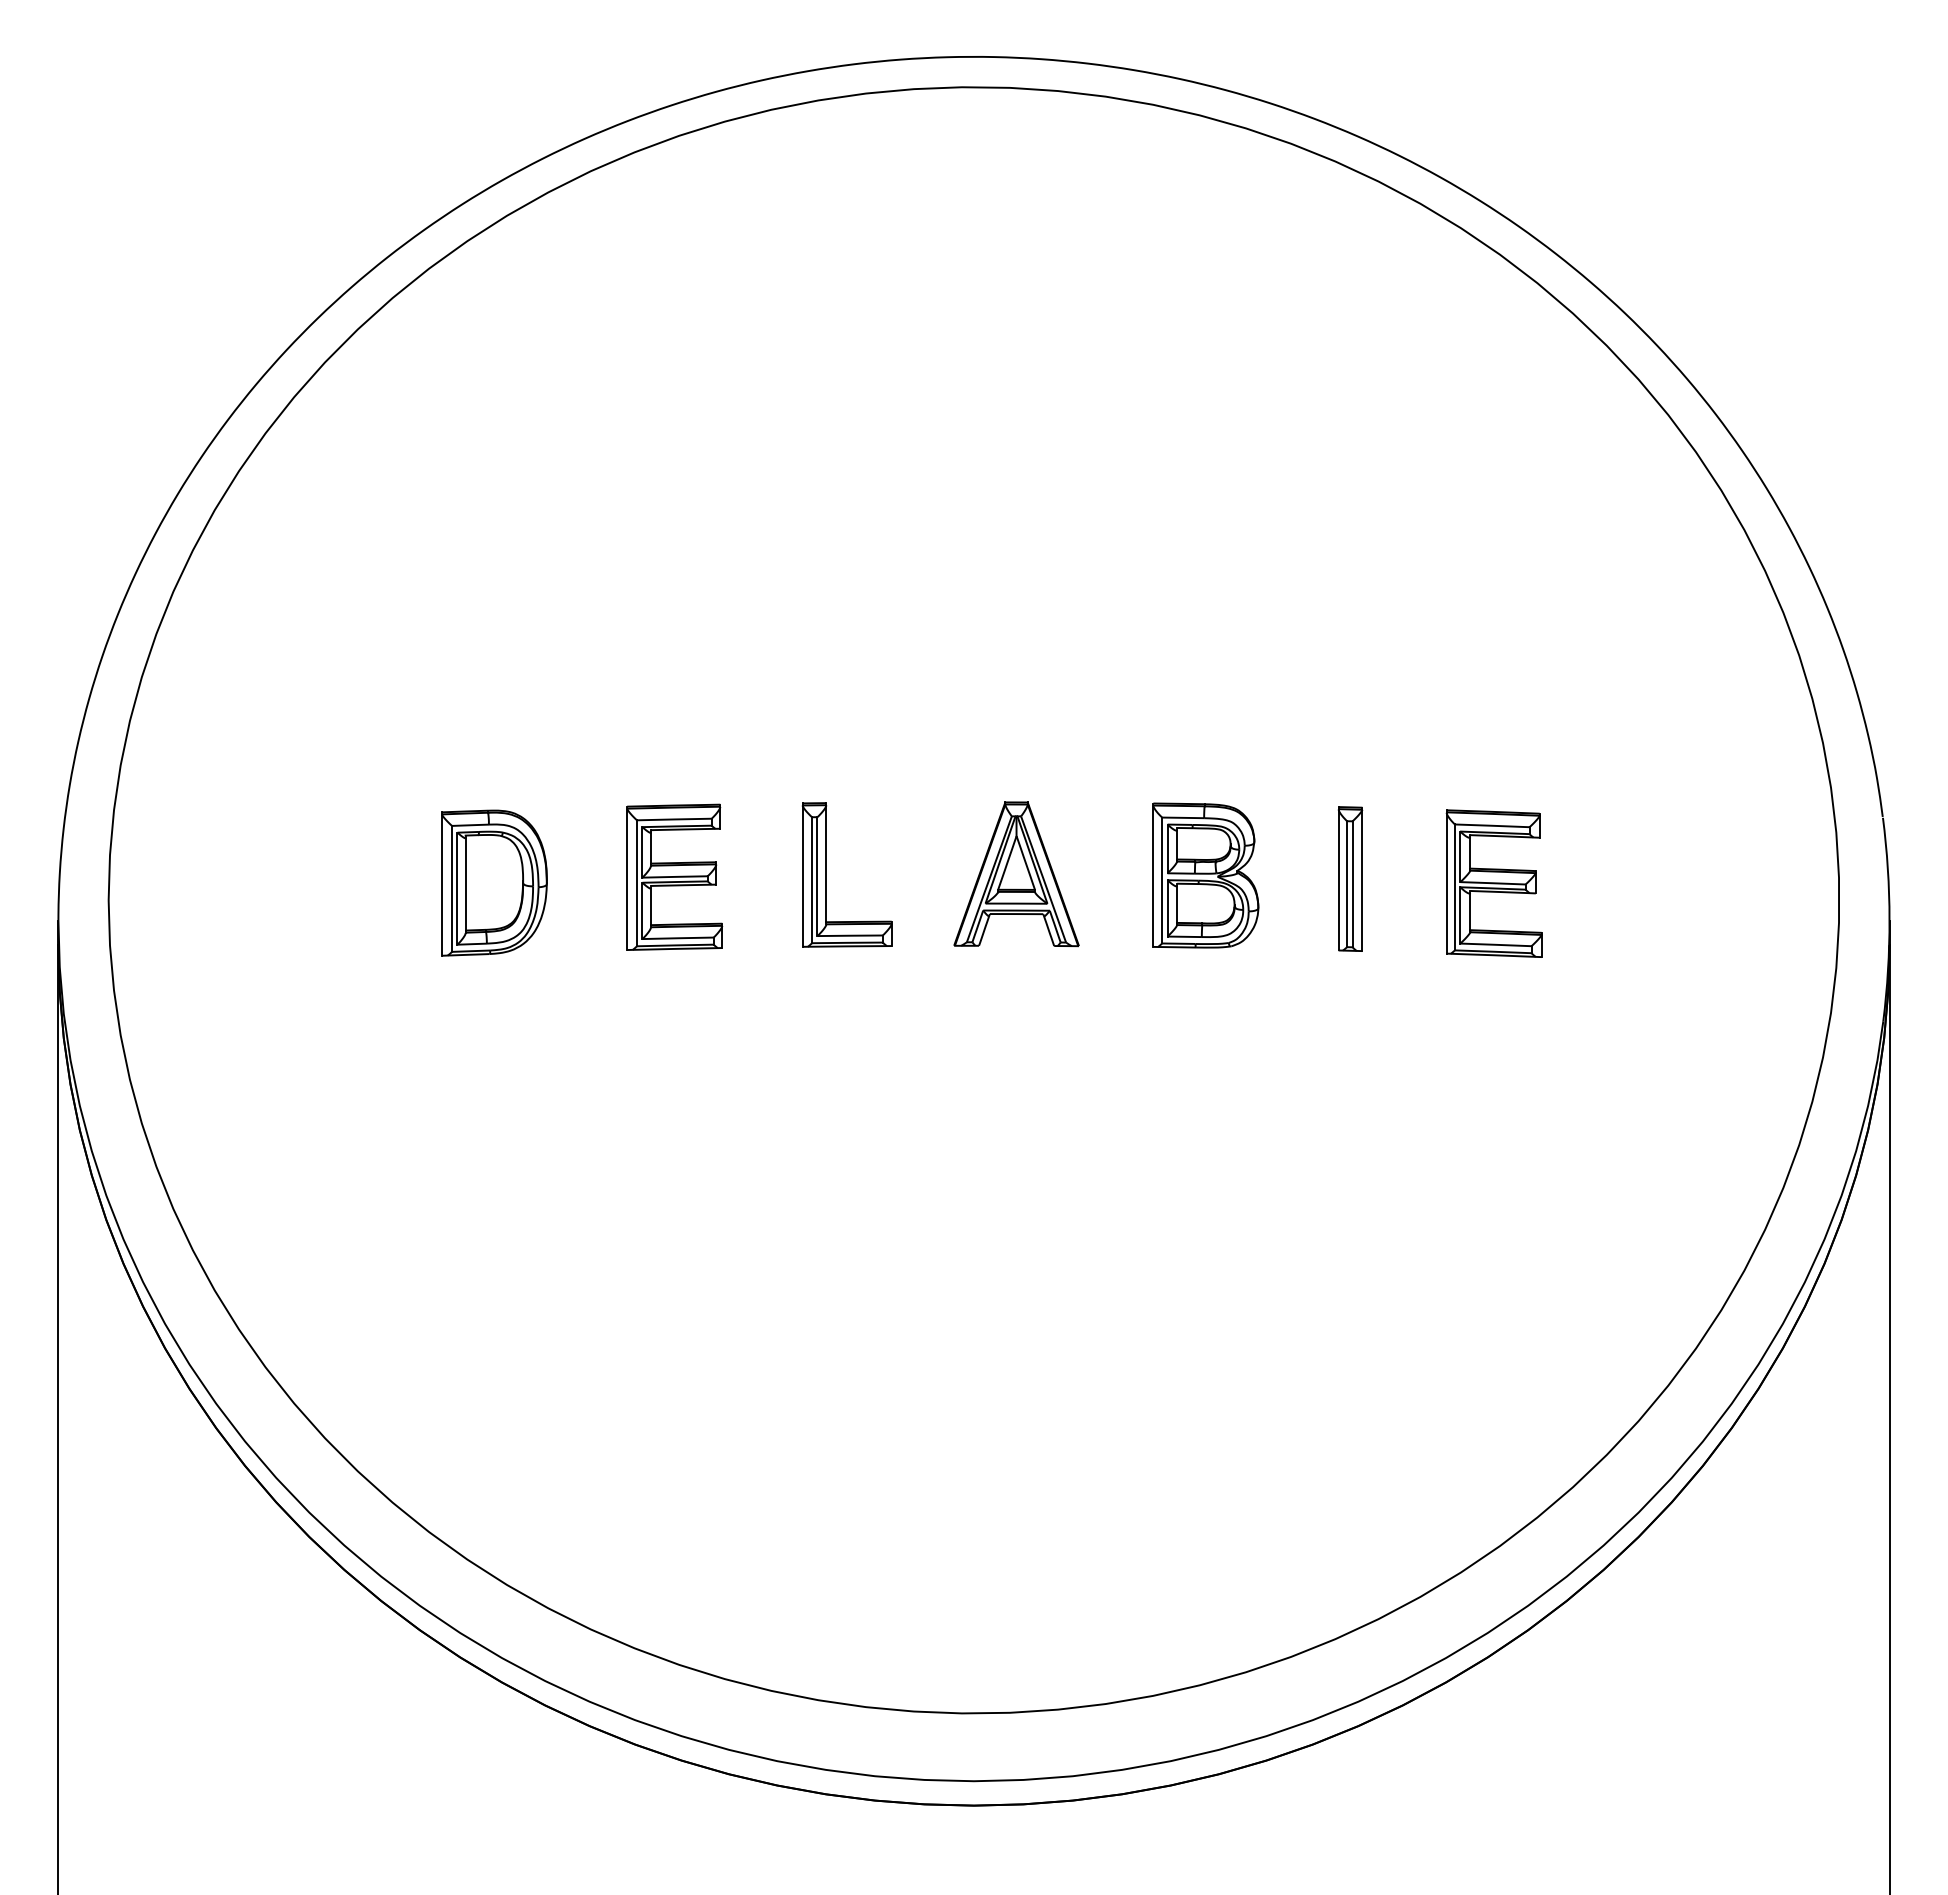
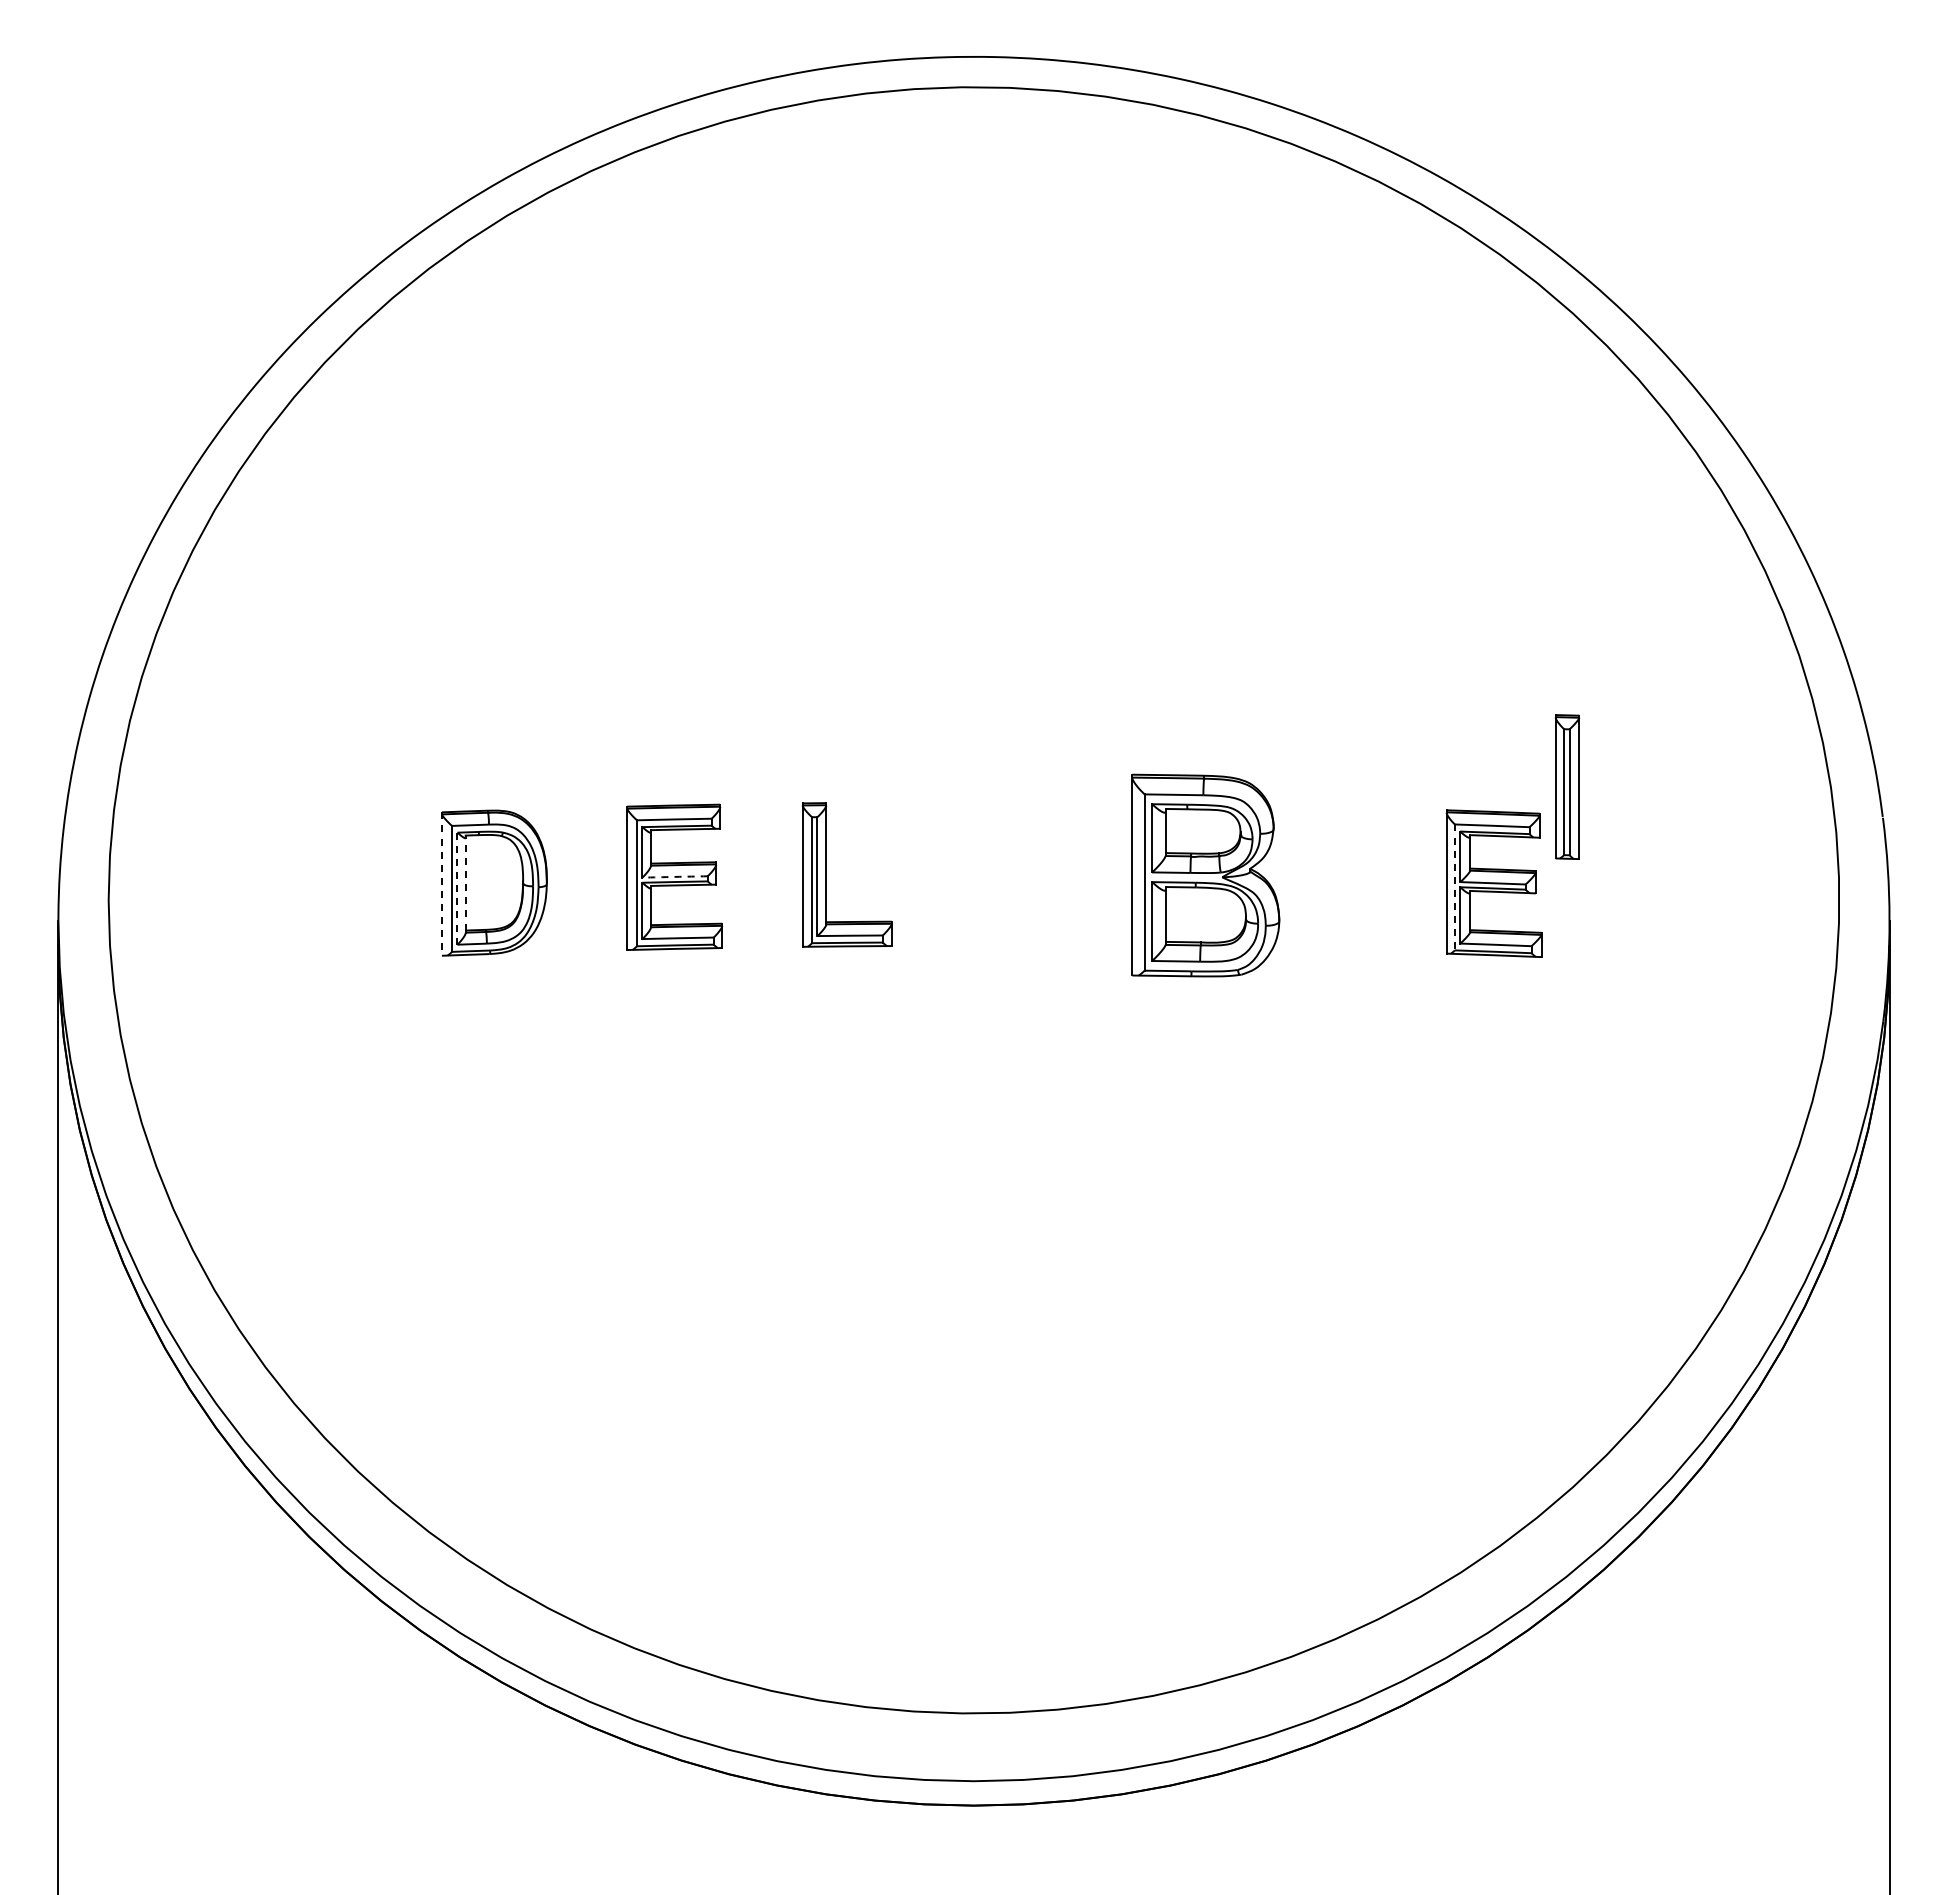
part at (1016, 874): present -> none
part at (1205, 875) size: 108x147 px -> 150x205 px
arc at (675, 876): solid -> dashed
part at (1350, 878) position: (1350, 878) -> (1567, 786)
line at (465, 882): solid -> dashed
line at (441, 884): solid -> dashed
line at (1454, 887): solid -> dashed
line at (457, 888): solid -> dashed
